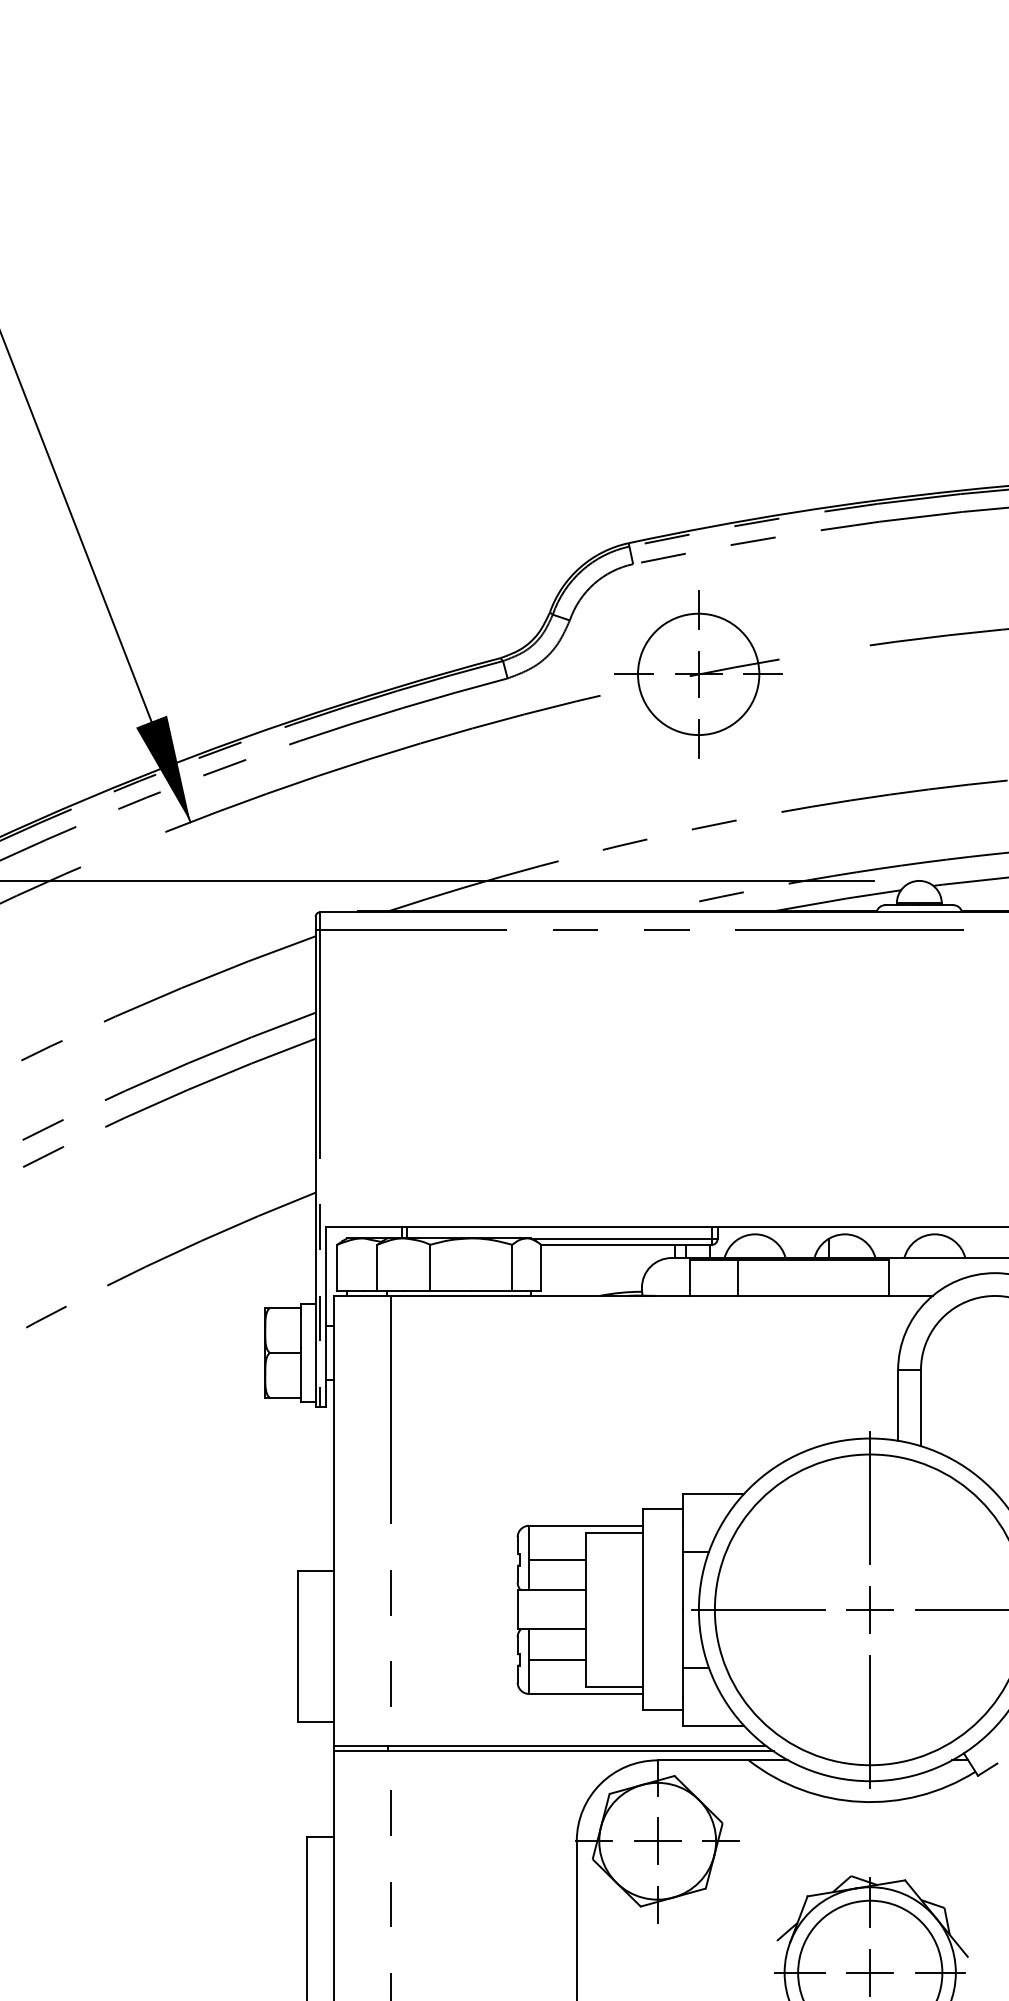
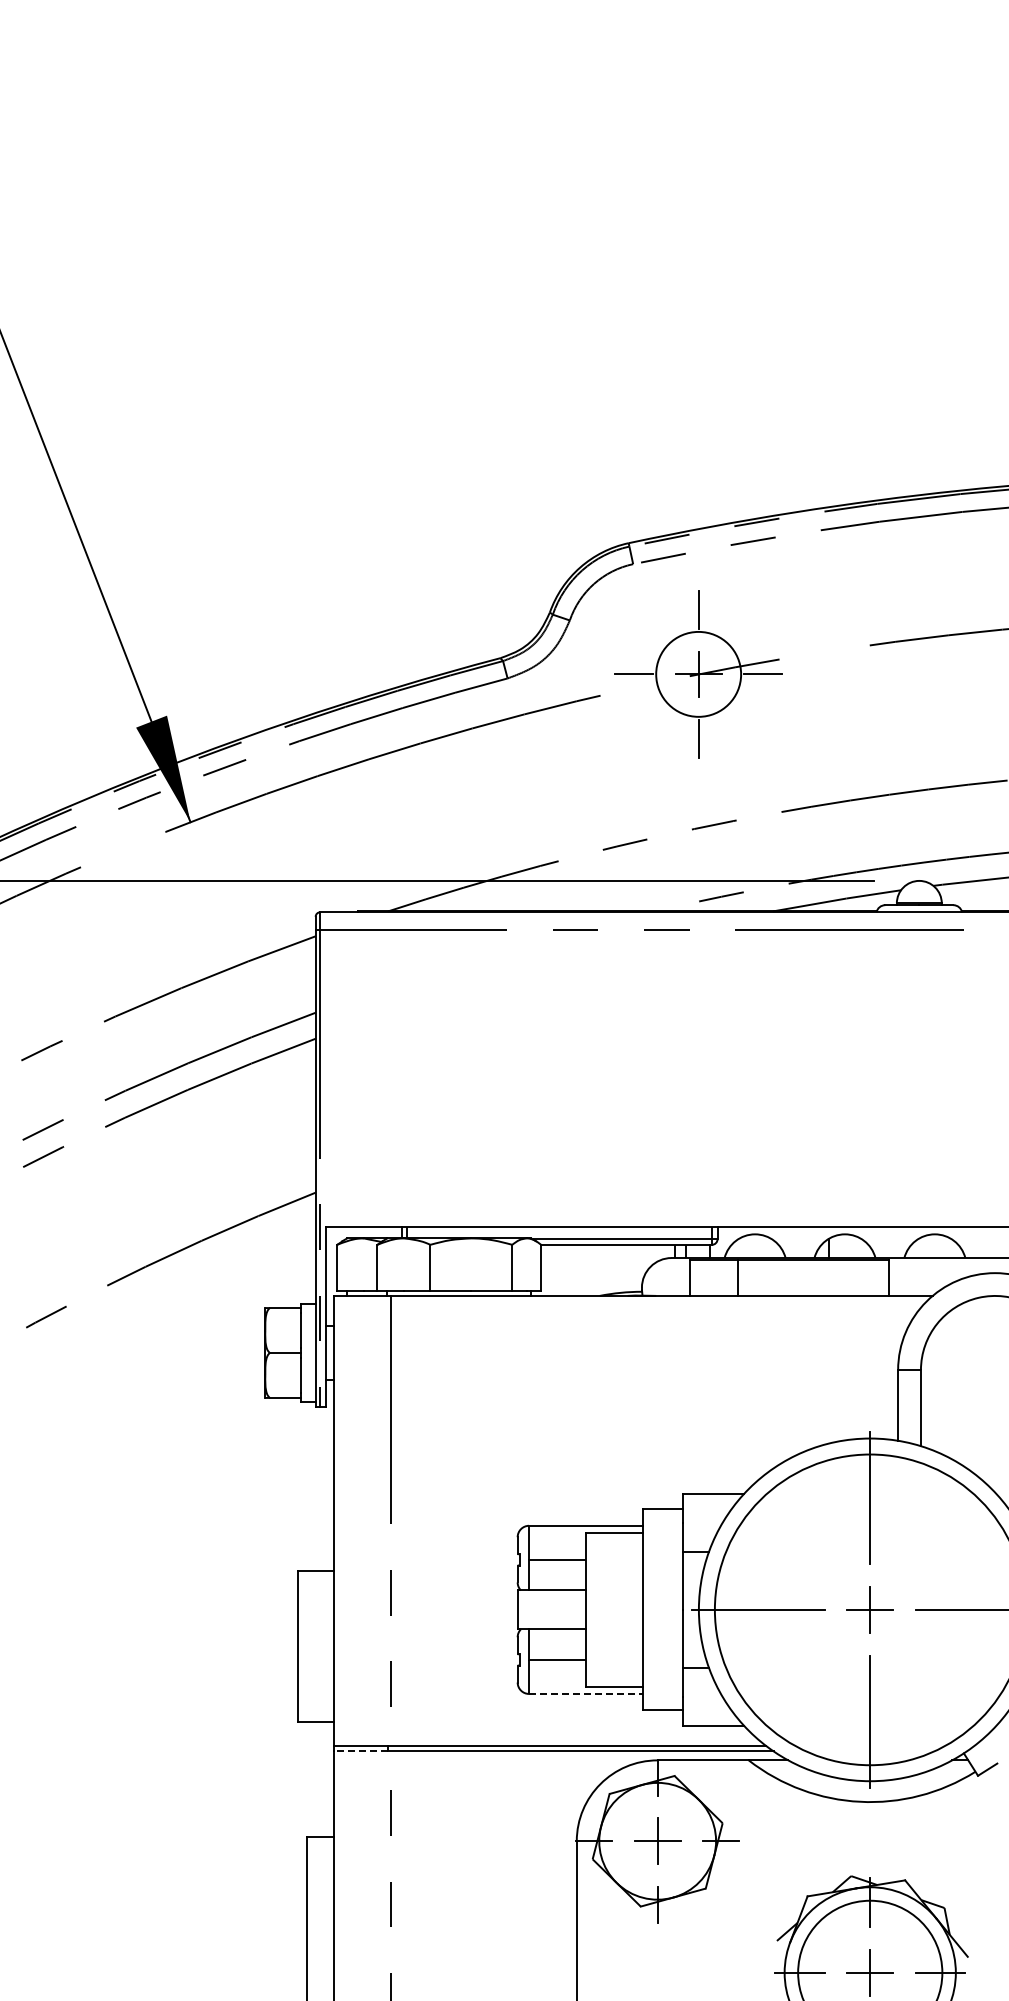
circle at (698, 674) diameter: 121 px -> 85 px
line at (586, 1693): solid -> dashed
line at (360, 1751): solid -> dashed
